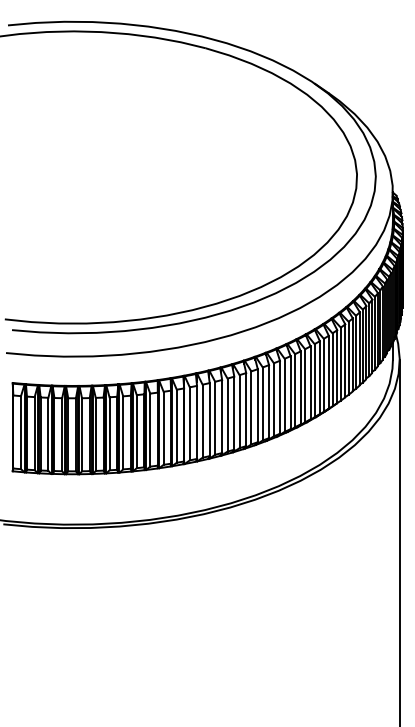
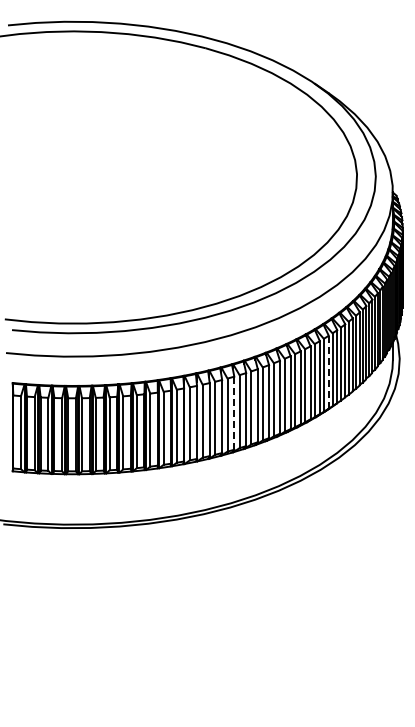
line at (328, 372): solid -> dashed
line at (234, 413): solid -> dashed
line at (399, 541): present -> none
